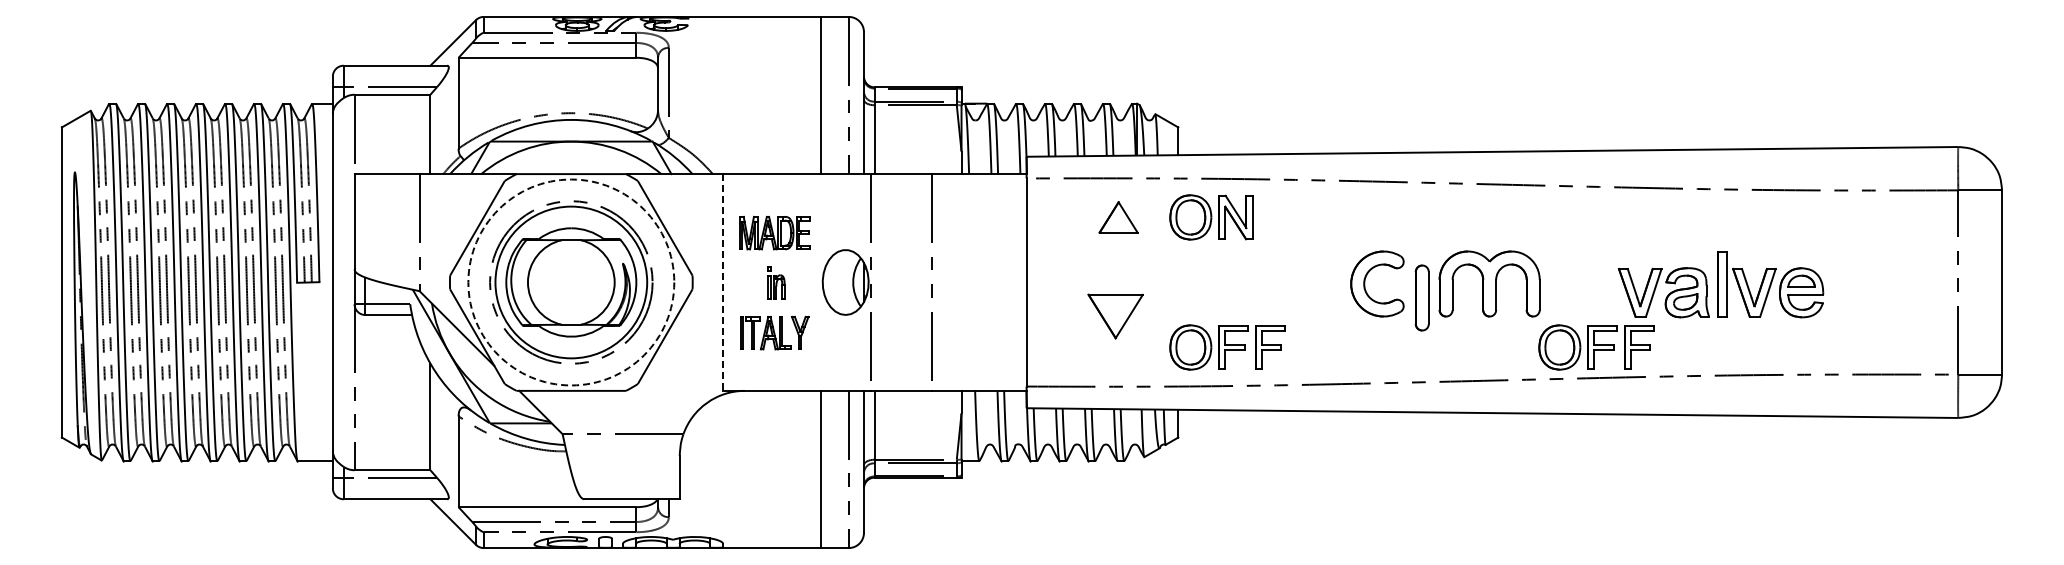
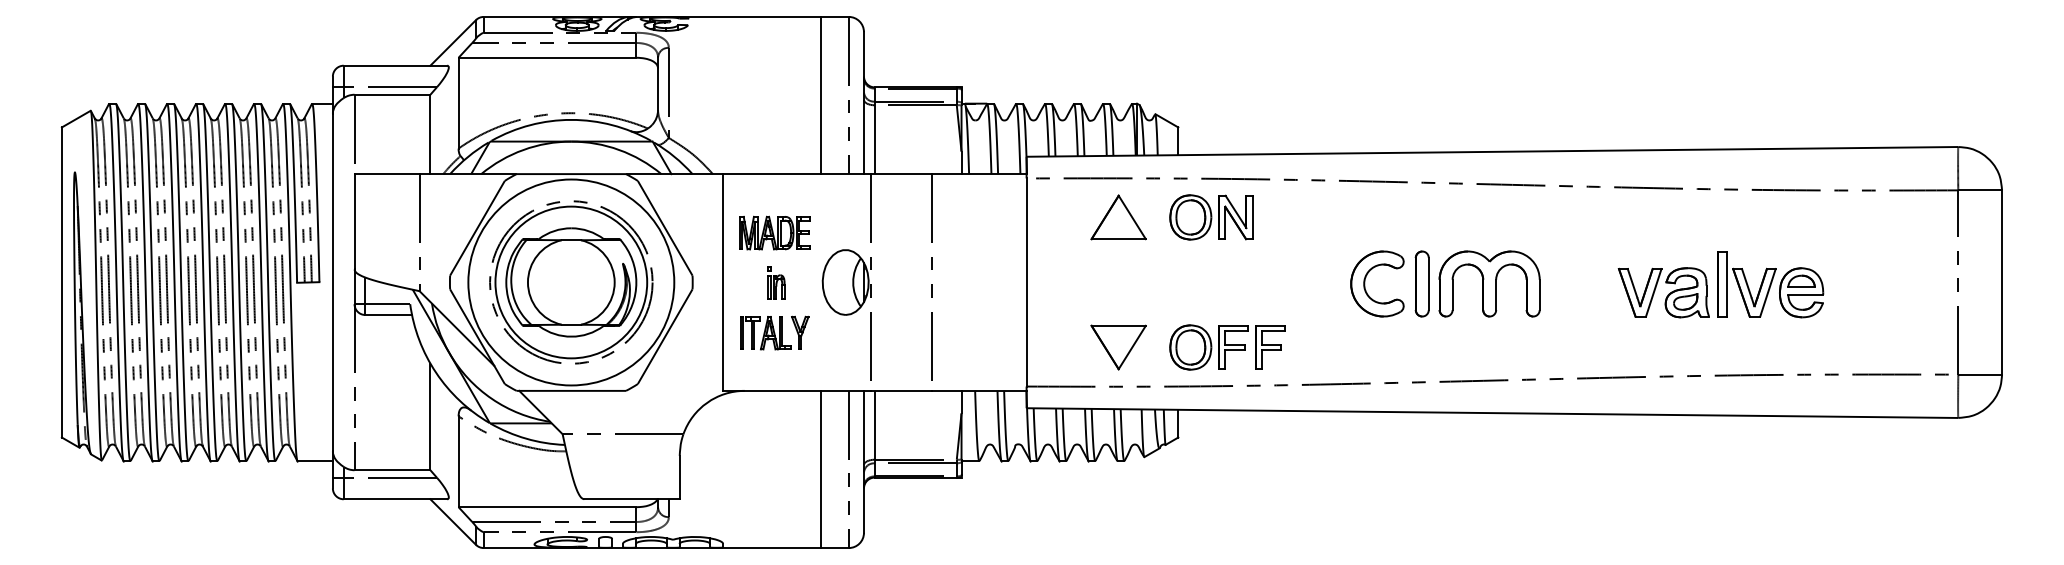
part at (1118, 217) size: 41x33 px -> 57x47 px
circle at (571, 282): dashed -> solid
line at (723, 282): dashed -> solid
part at (1421, 297) position: (1421, 297) -> (1421, 283)
part at (1115, 316) position: (1115, 316) -> (1118, 347)
part at (1596, 347): present -> none
